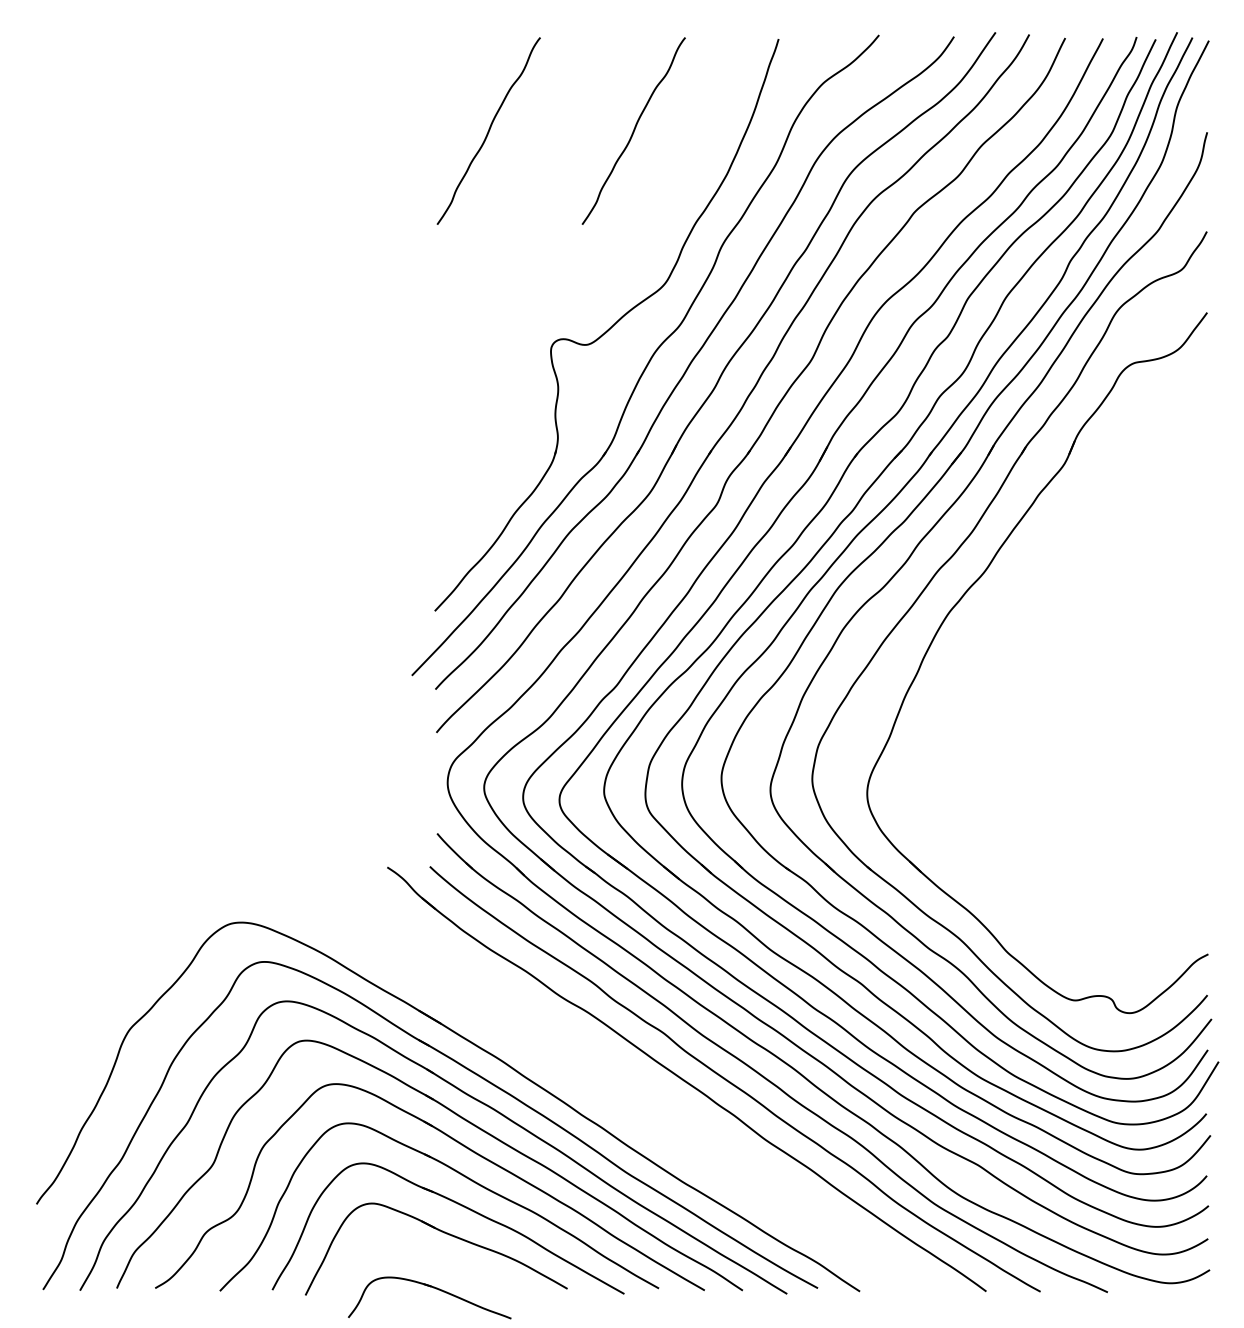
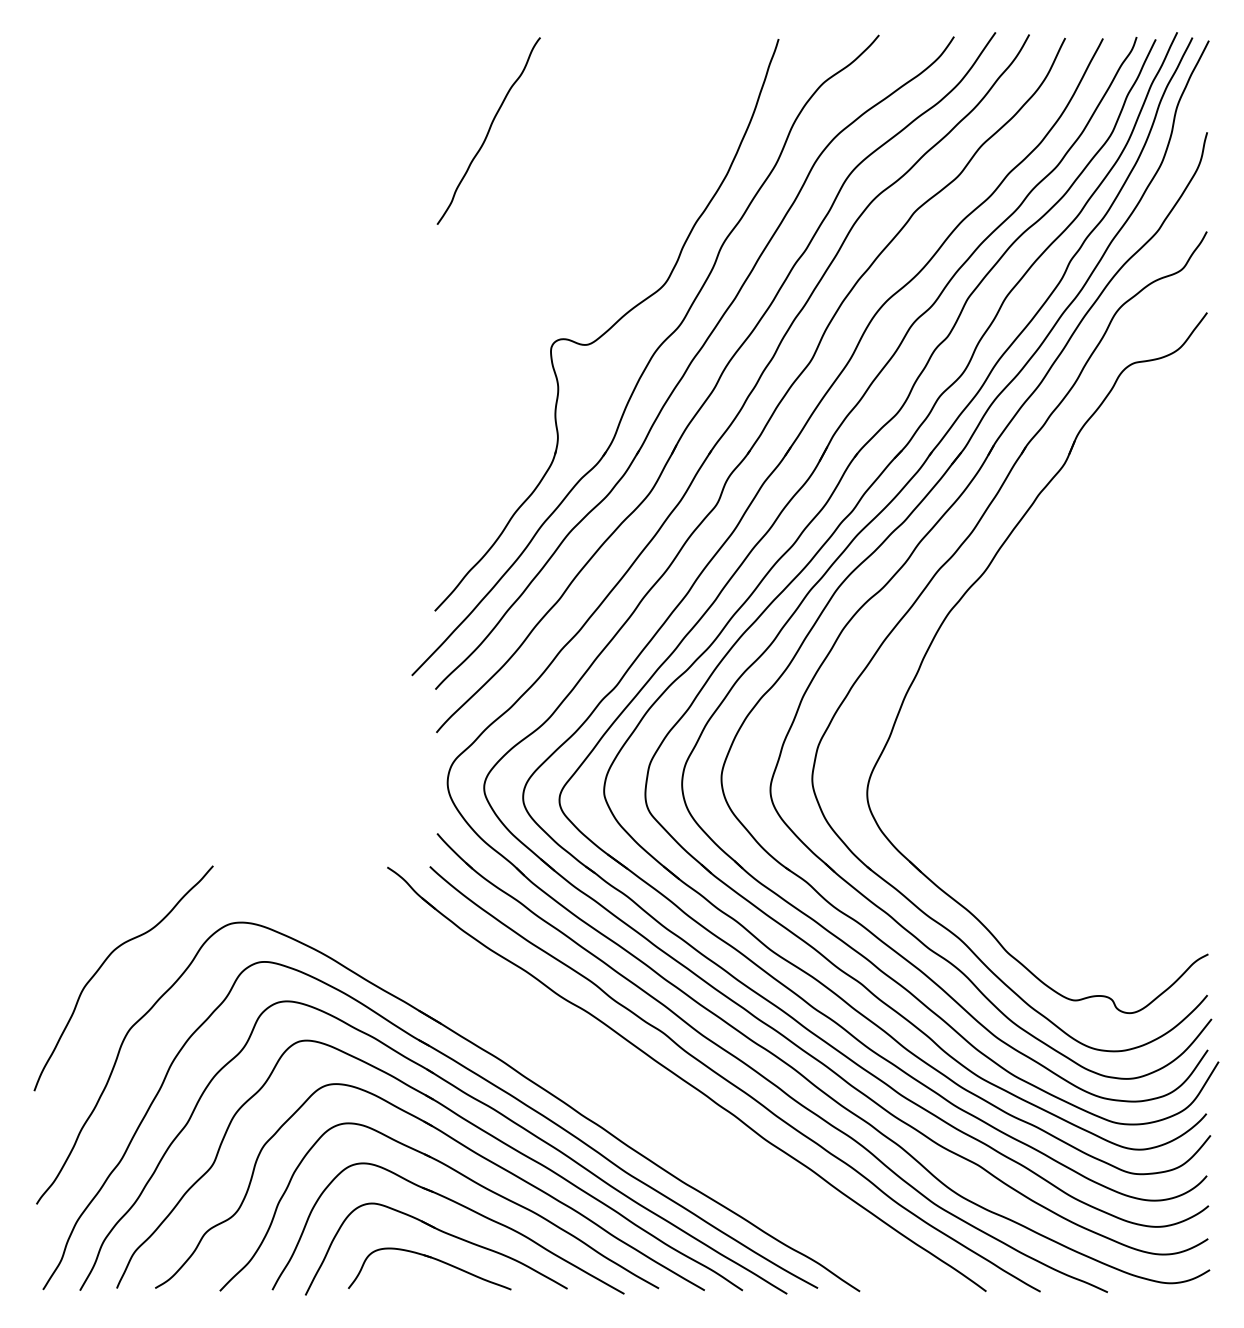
curve at (633, 130): present -> none
curve at (104, 963): none -> present
part at (433, 1288) position: (433, 1288) -> (433, 1259)
